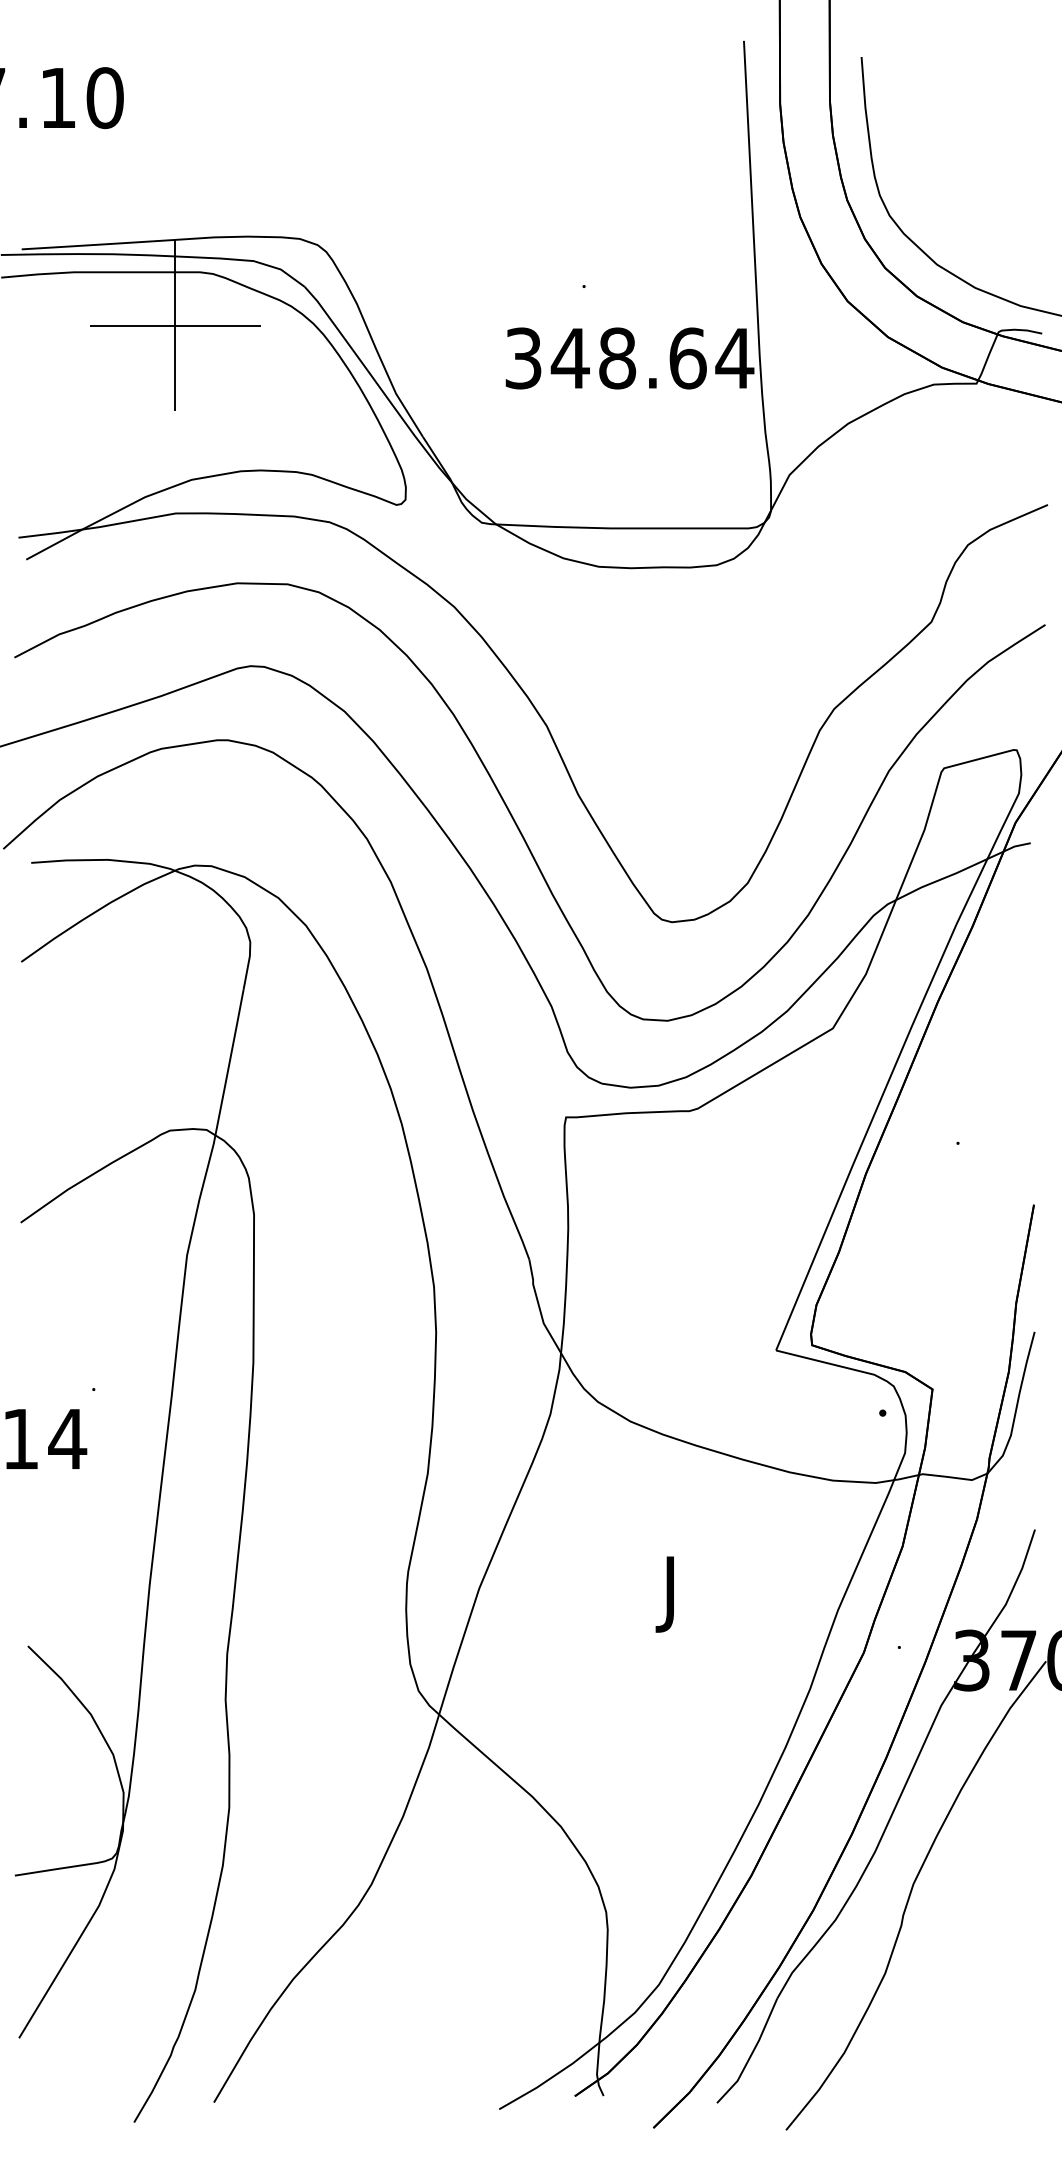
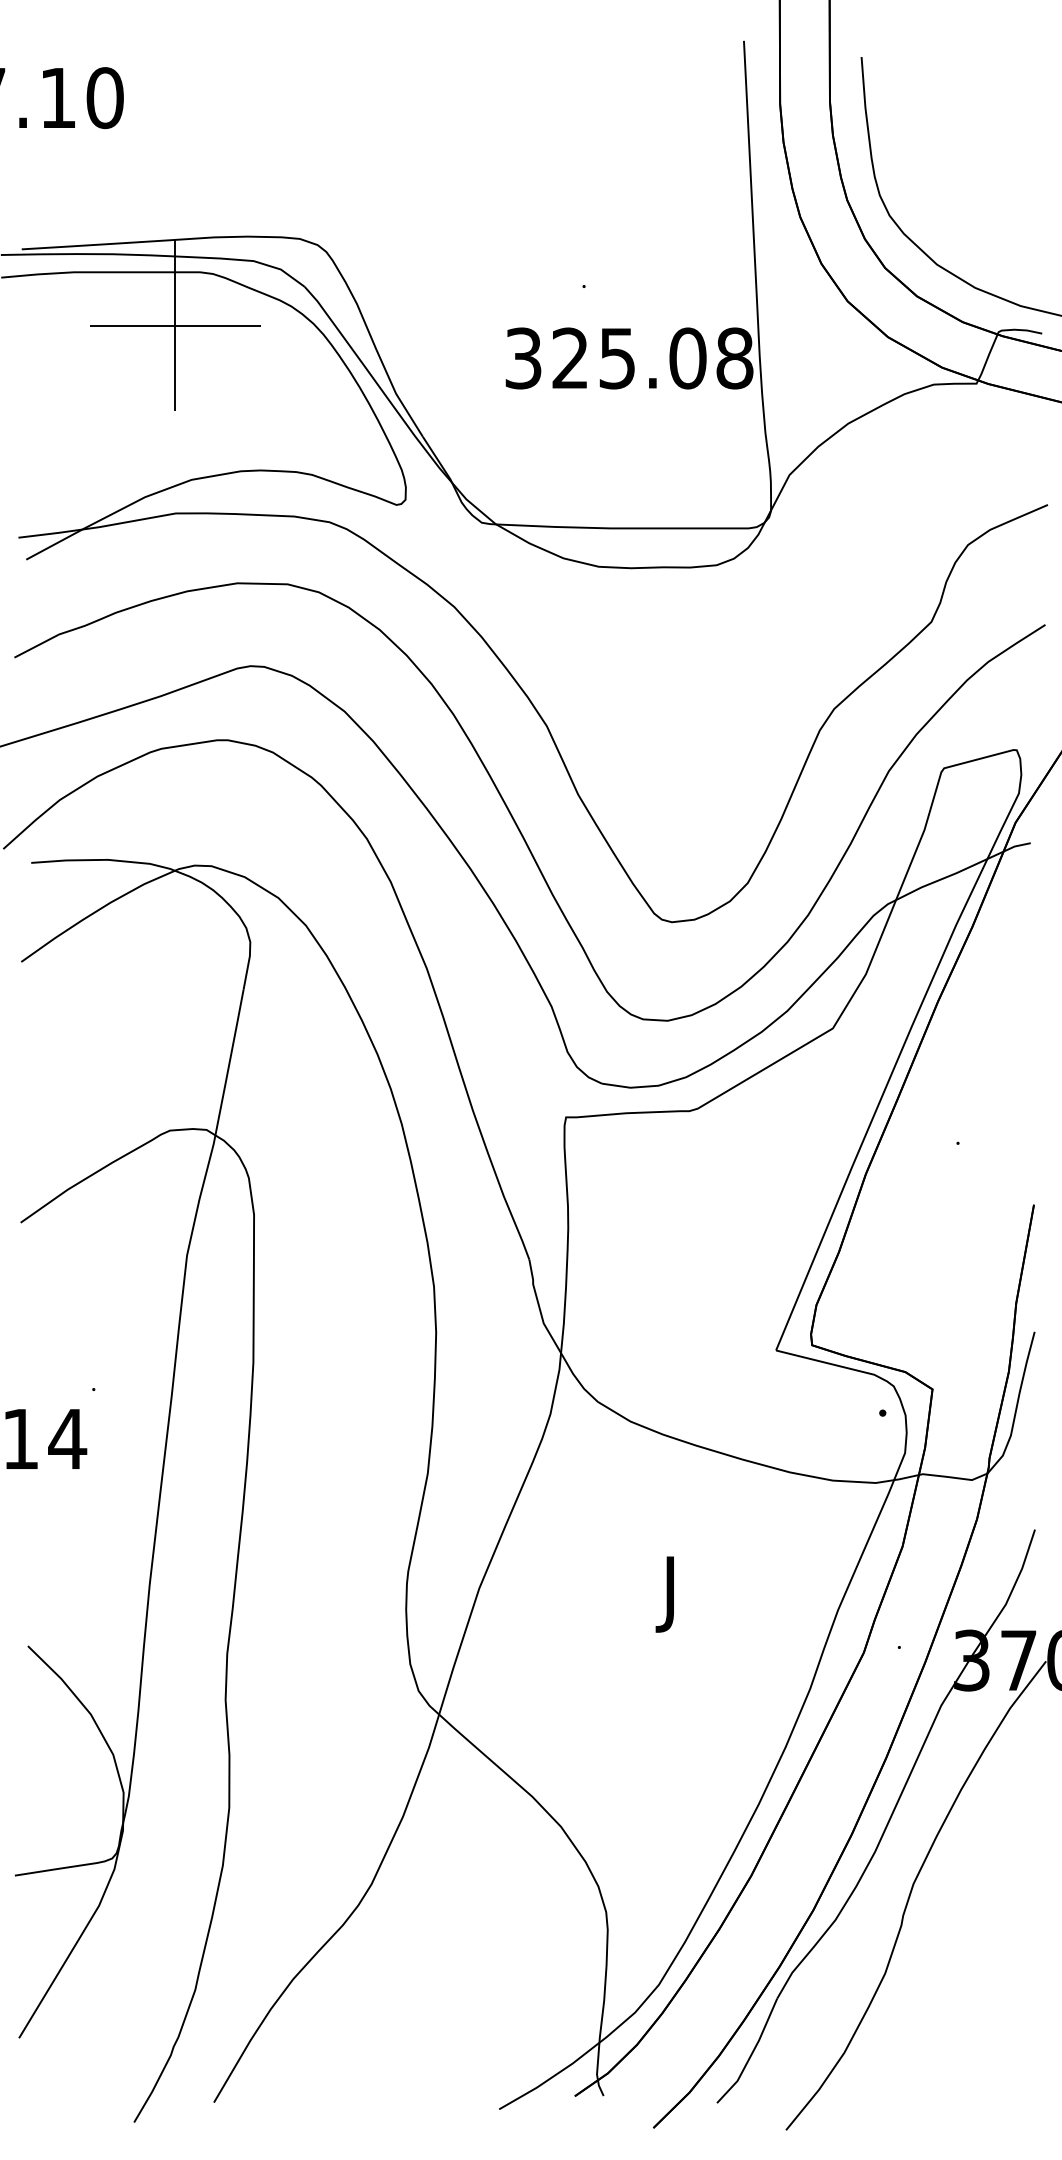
text at (652, 358): 348.64 -> 325.08
